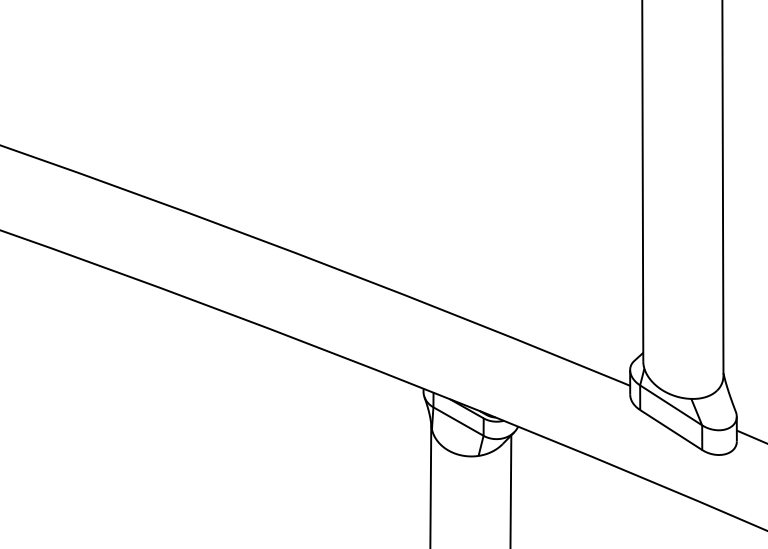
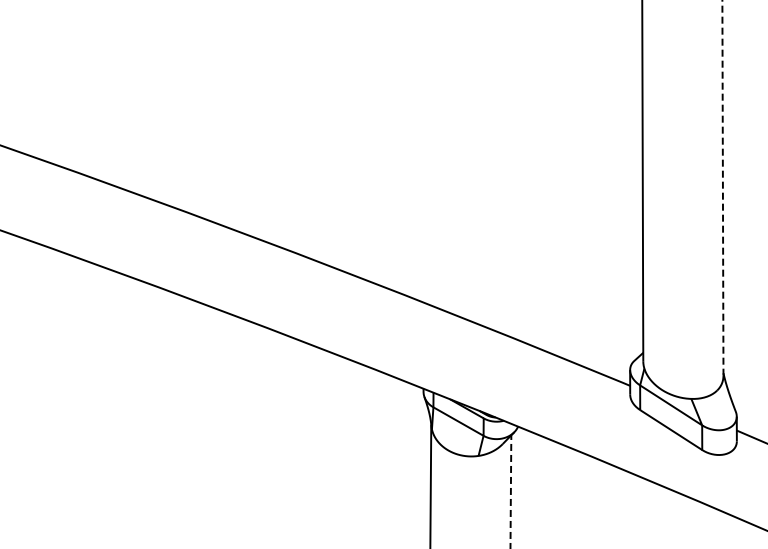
line at (722, 187): solid -> dashed
line at (510, 491): solid -> dashed
